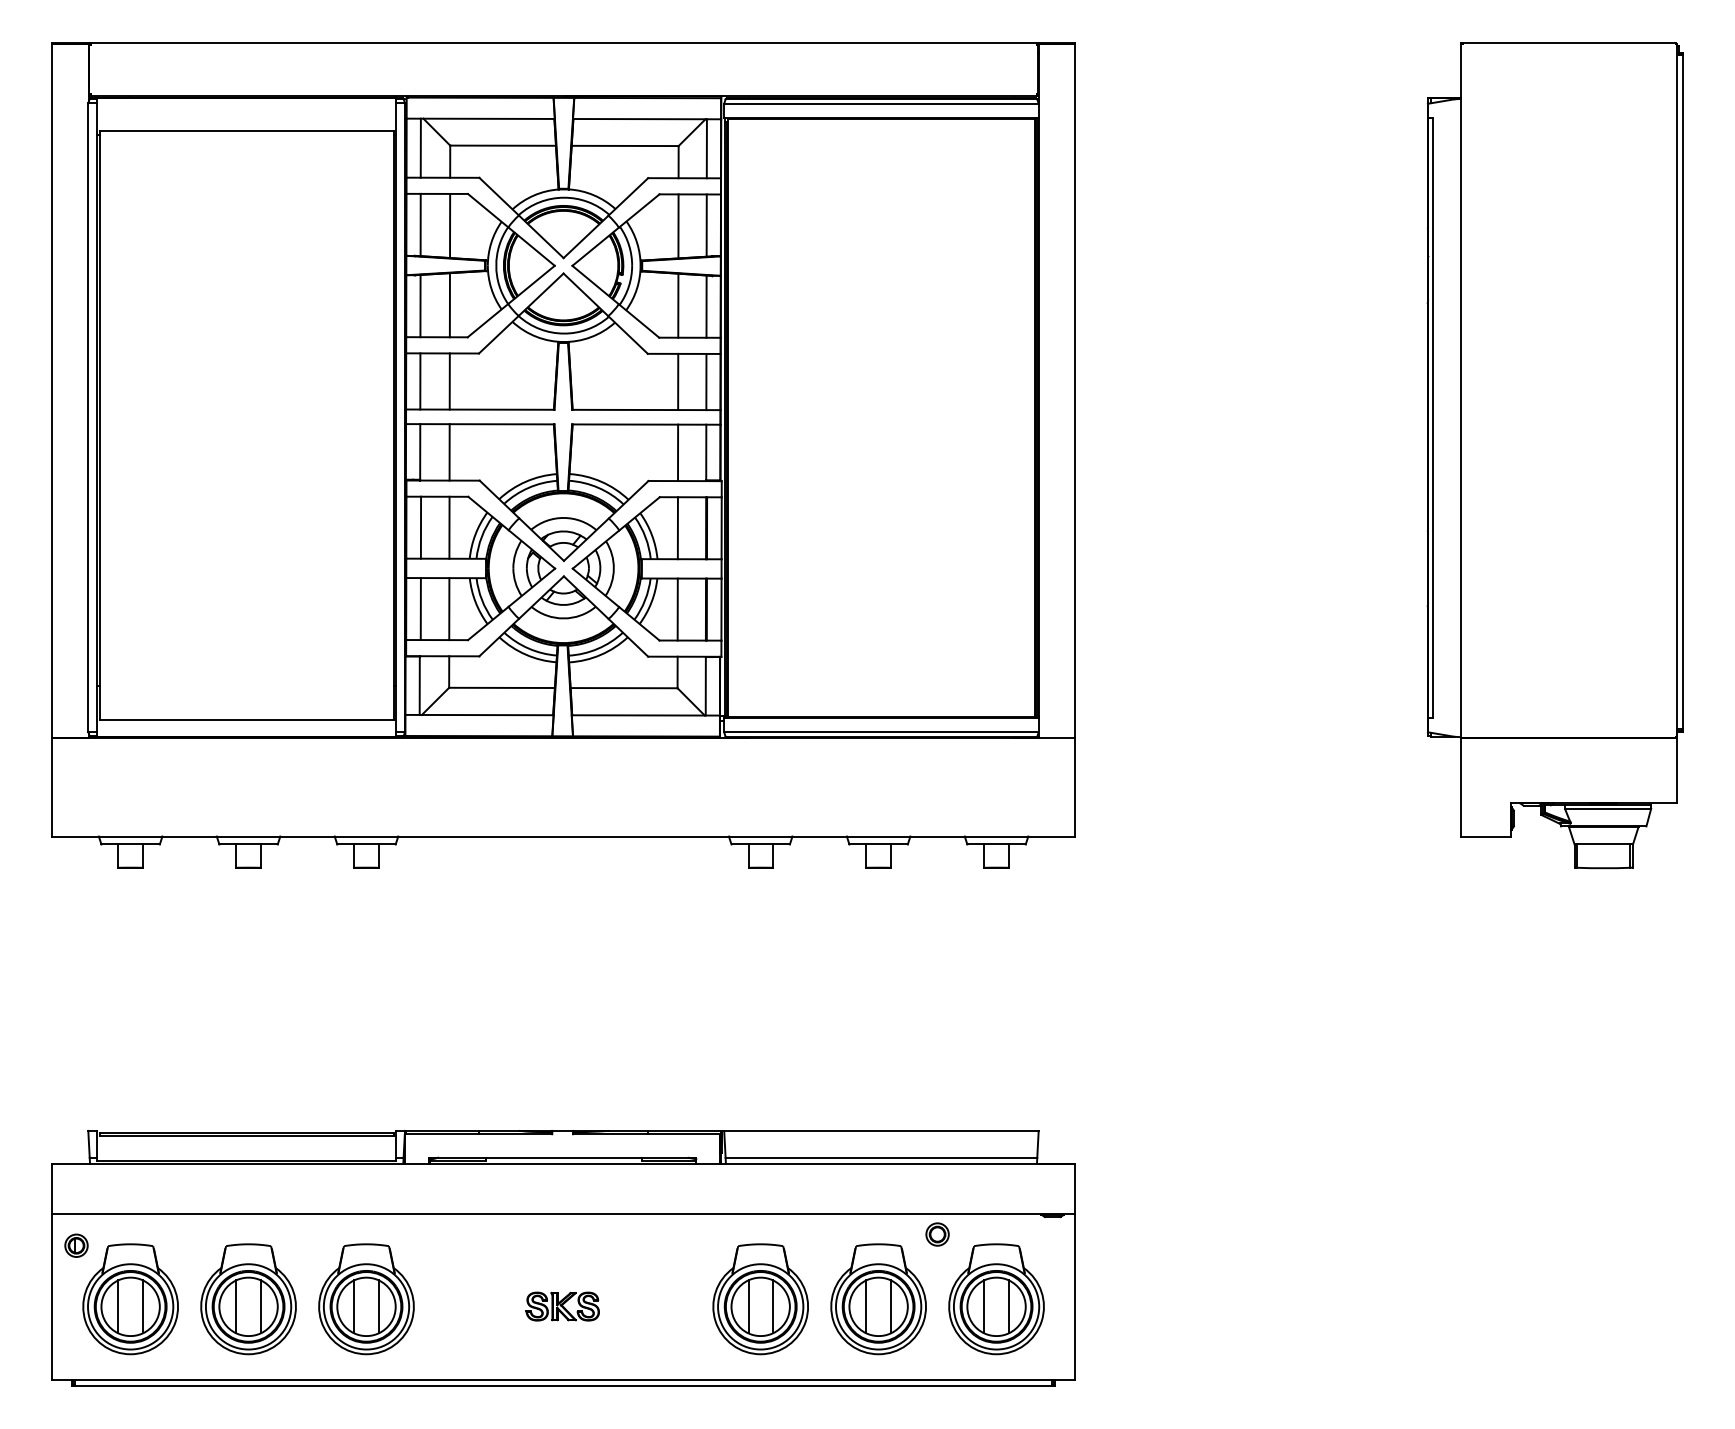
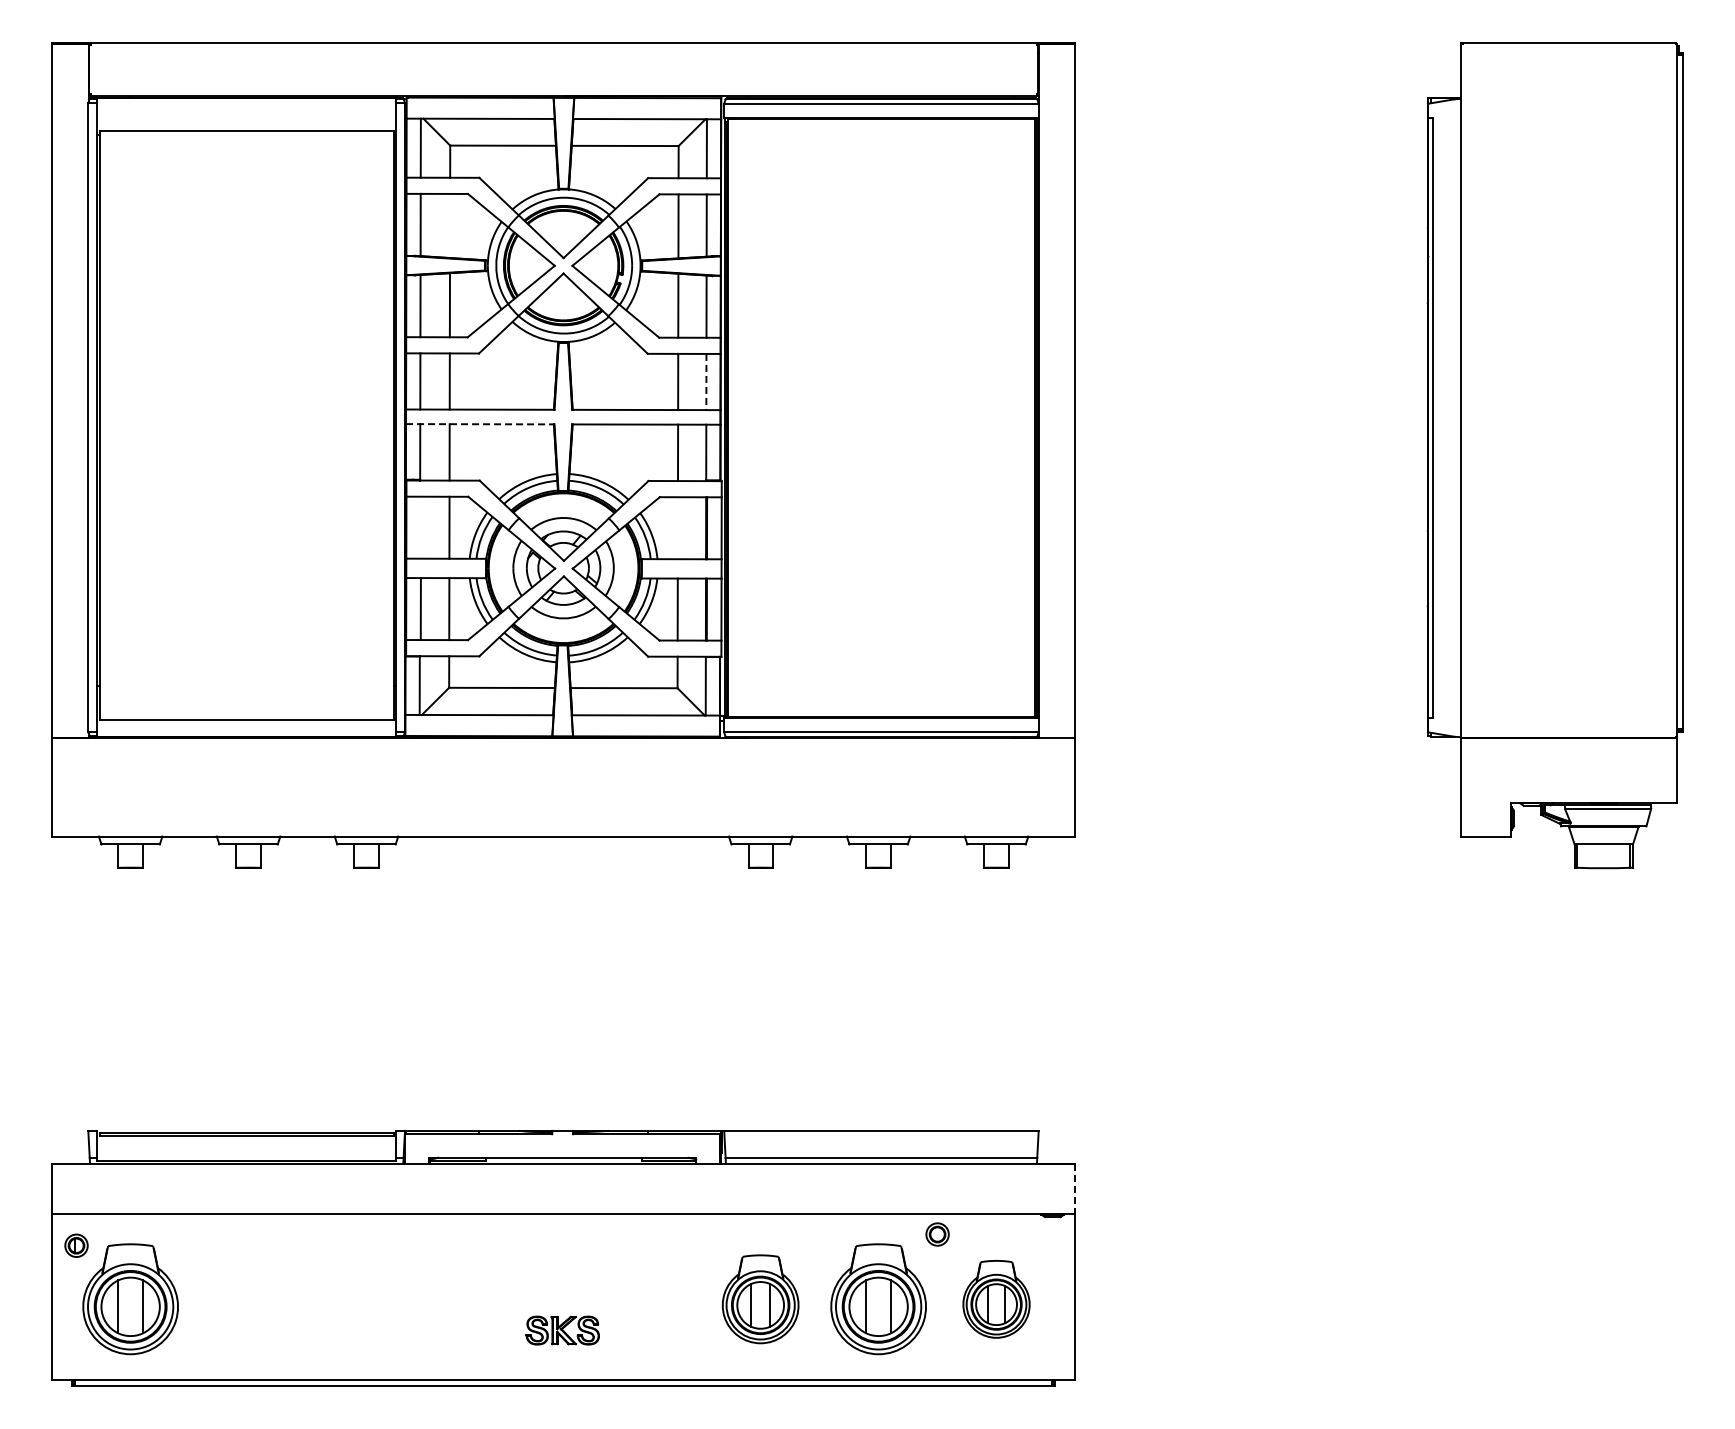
line at (450, 225): present -> none
line at (706, 382): solid -> dashed
line at (480, 424): solid -> dashed
line at (420, 527): present -> none
line at (677, 528): present -> none
line at (1075, 1189): solid -> dashed
part at (248, 1299): present -> none
part at (366, 1299): present -> none
part at (760, 1299) size: 97x113 px -> 79x91 px
part at (996, 1299) size: 97x113 px -> 69x79 px
part at (562, 1306) position: (562, 1306) -> (562, 1330)
